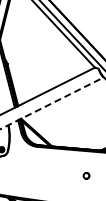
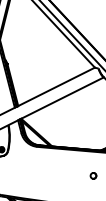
line at (52, 103): dashed -> solid
part at (86, 175) position: (86, 175) -> (93, 175)
